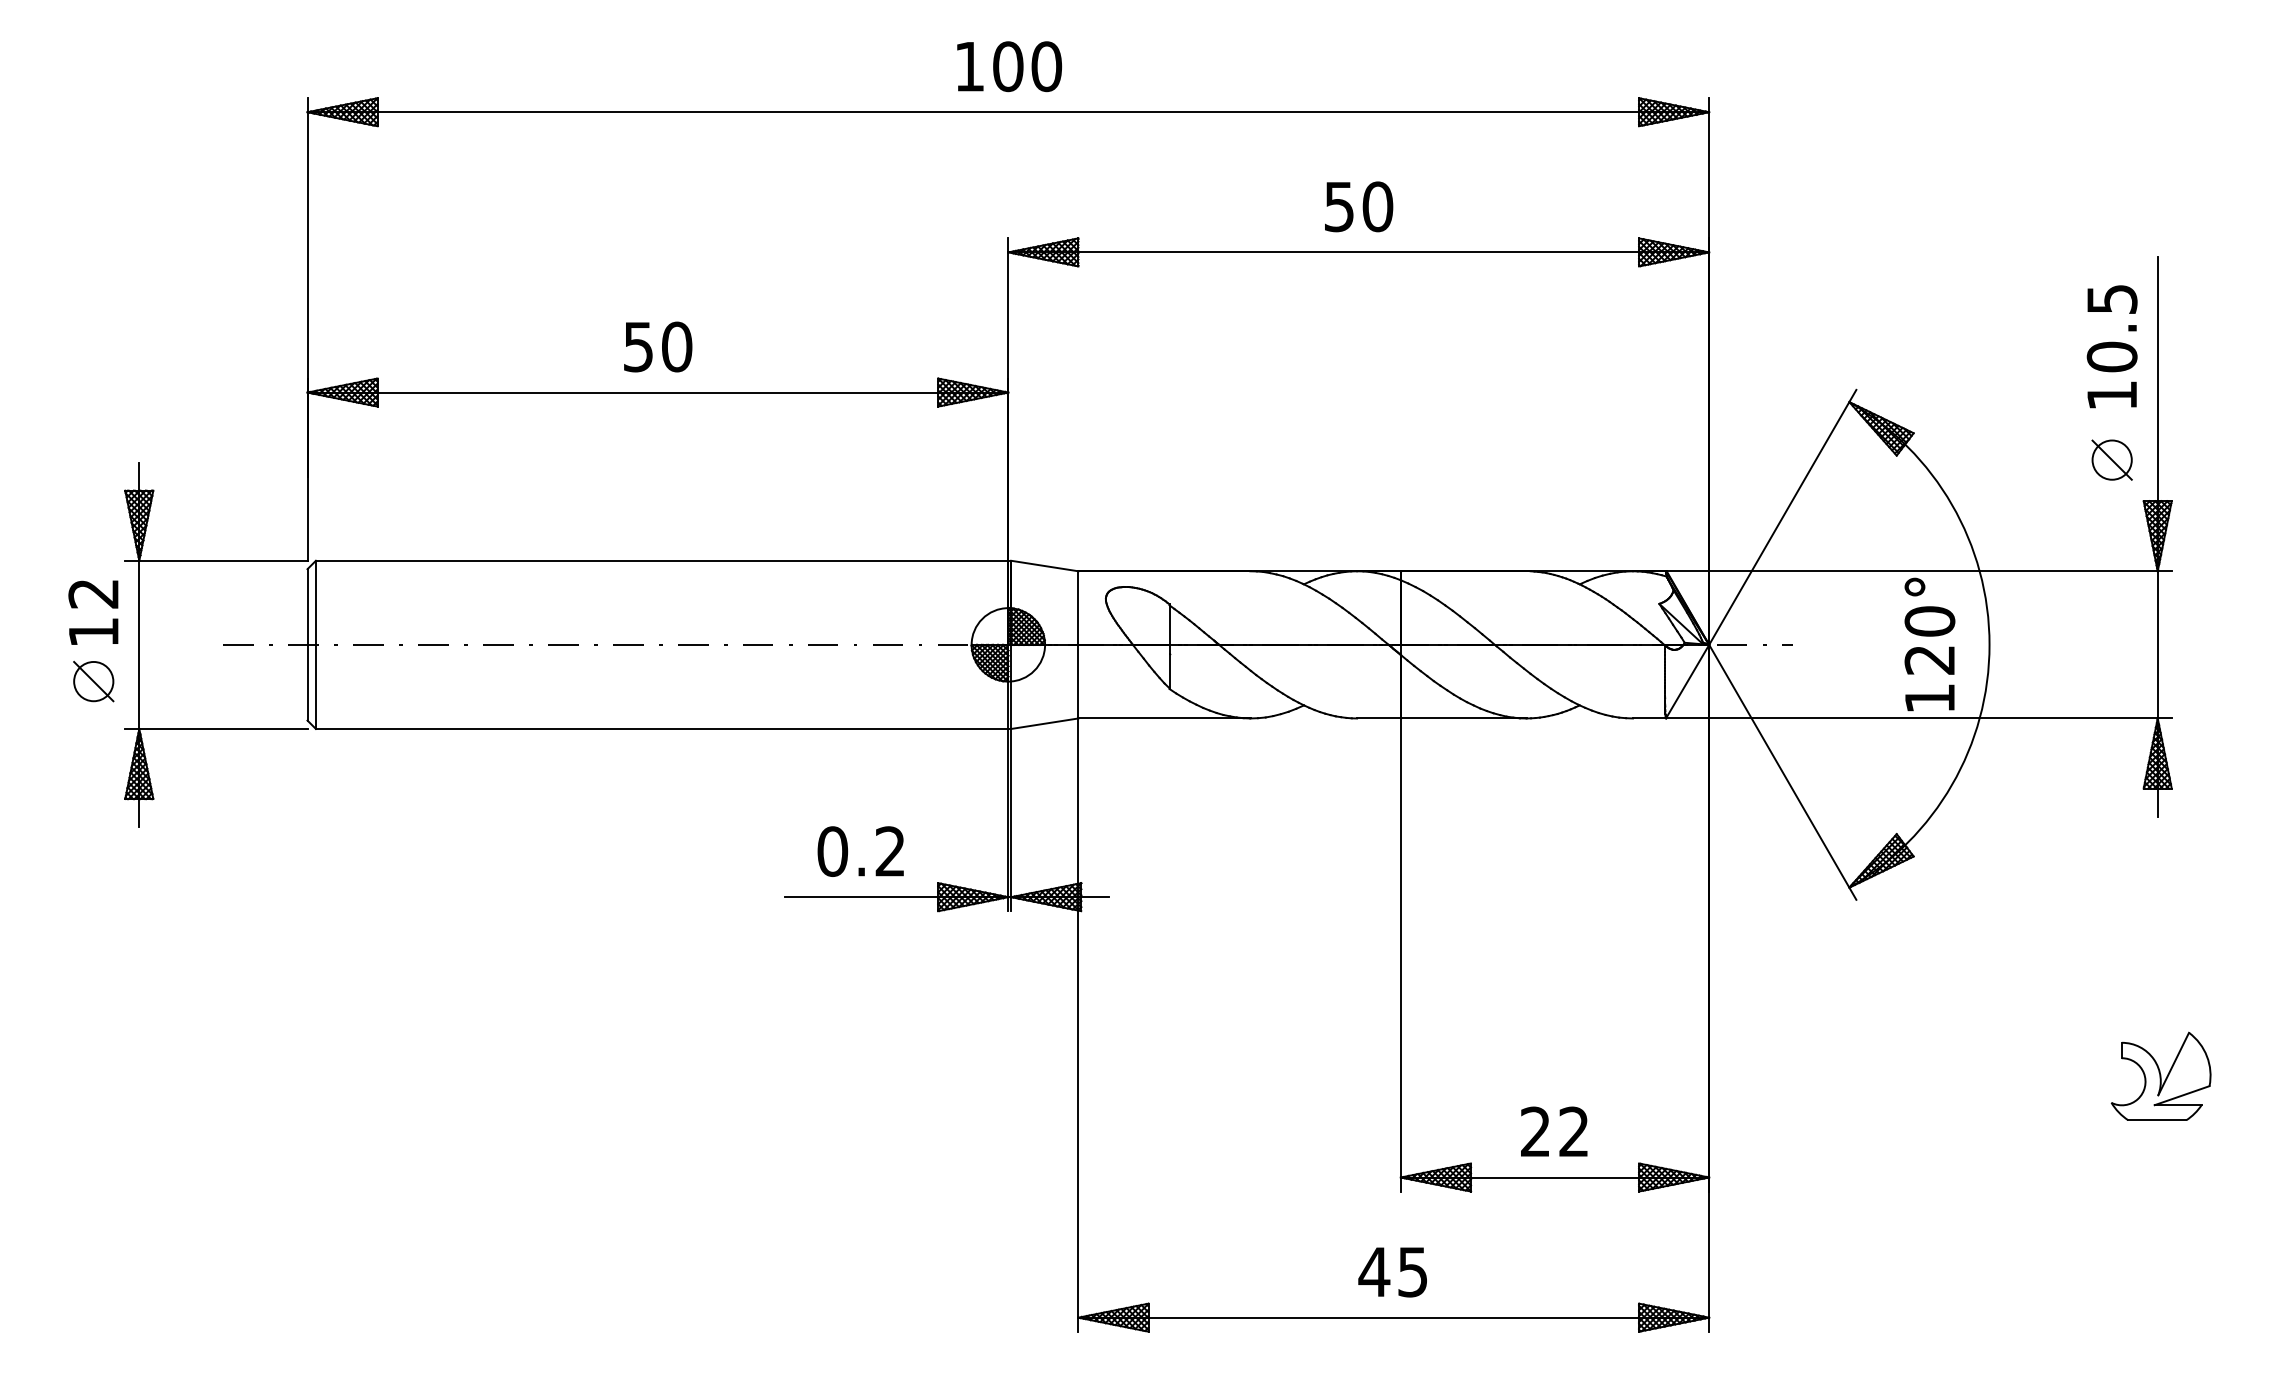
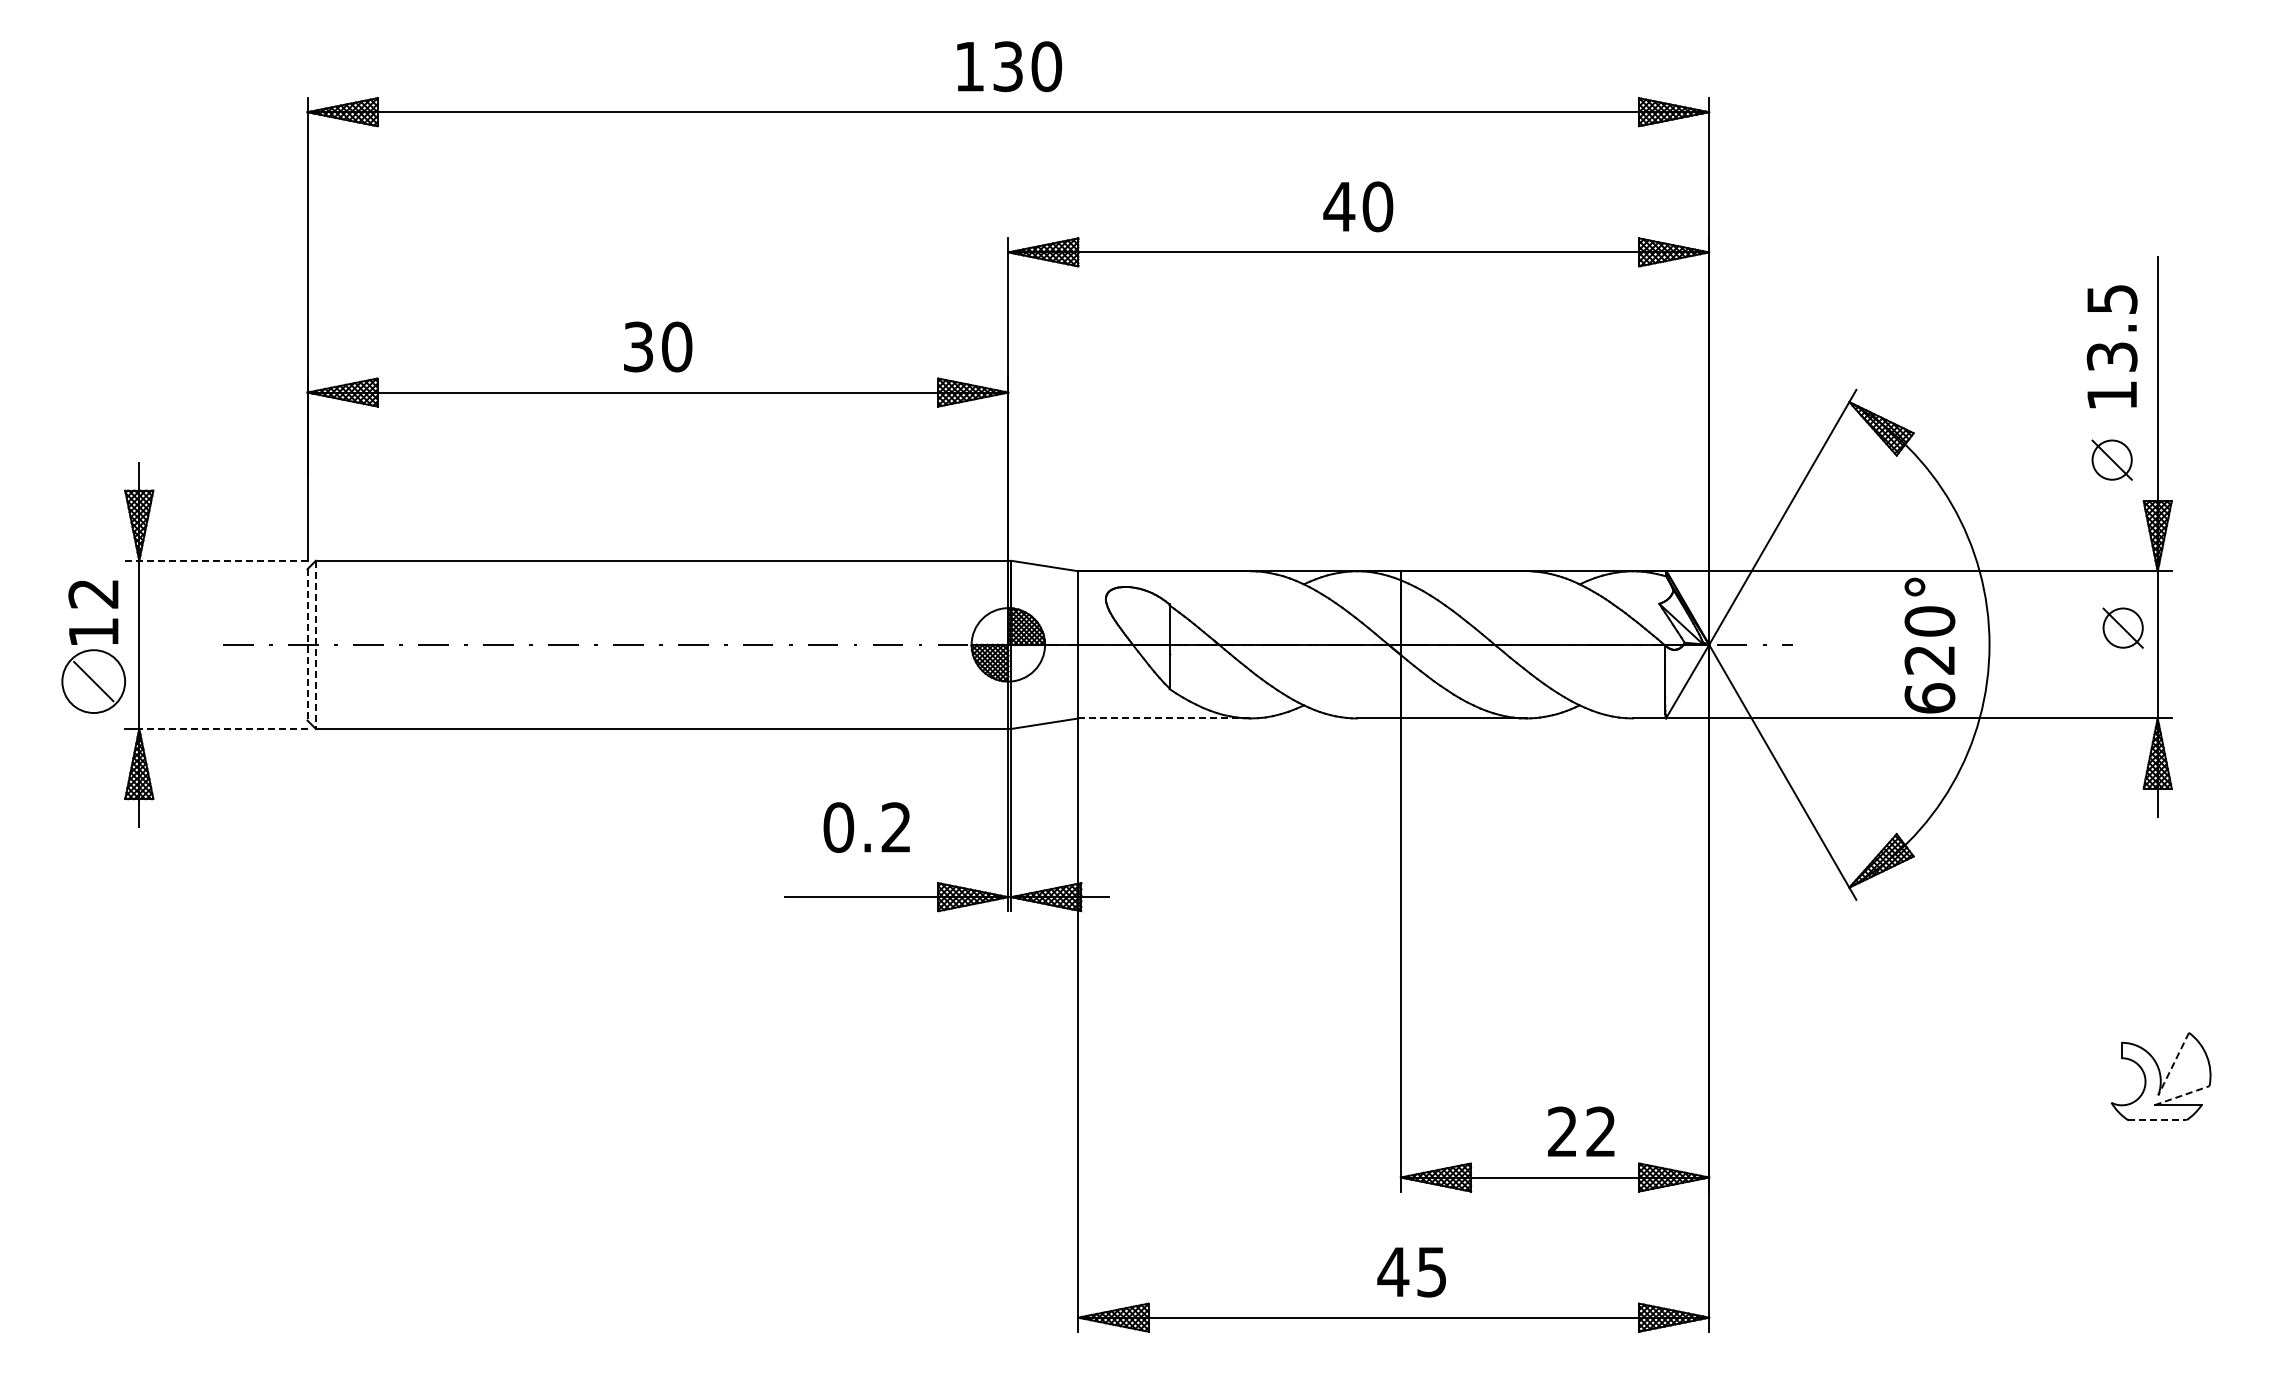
text at (1008, 66): 100 -> 130
text at (1339, 207): 50 -> 40
text at (638, 346): 50 -> 30
text at (2111, 356): 10.5 -> 13.5
line at (216, 560): solid -> dashed
part at (2122, 627): none -> present
line at (307, 644): solid -> dashed
line at (315, 645): solid -> dashed
circle at (93, 681) diameter: 39 px -> 63 px
text at (1929, 698): 120° -> 620°
line at (1165, 718): solid -> dashed
line at (222, 728): solid -> dashed
text at (860, 851) position: (860, 851) -> (866, 827)
line at (2173, 1064): solid -> dashed
line at (2182, 1095): solid -> dashed
line at (2157, 1120): solid -> dashed
text at (1554, 1131) position: (1554, 1131) -> (1581, 1131)
text at (1392, 1272) position: (1392, 1272) -> (1411, 1272)
